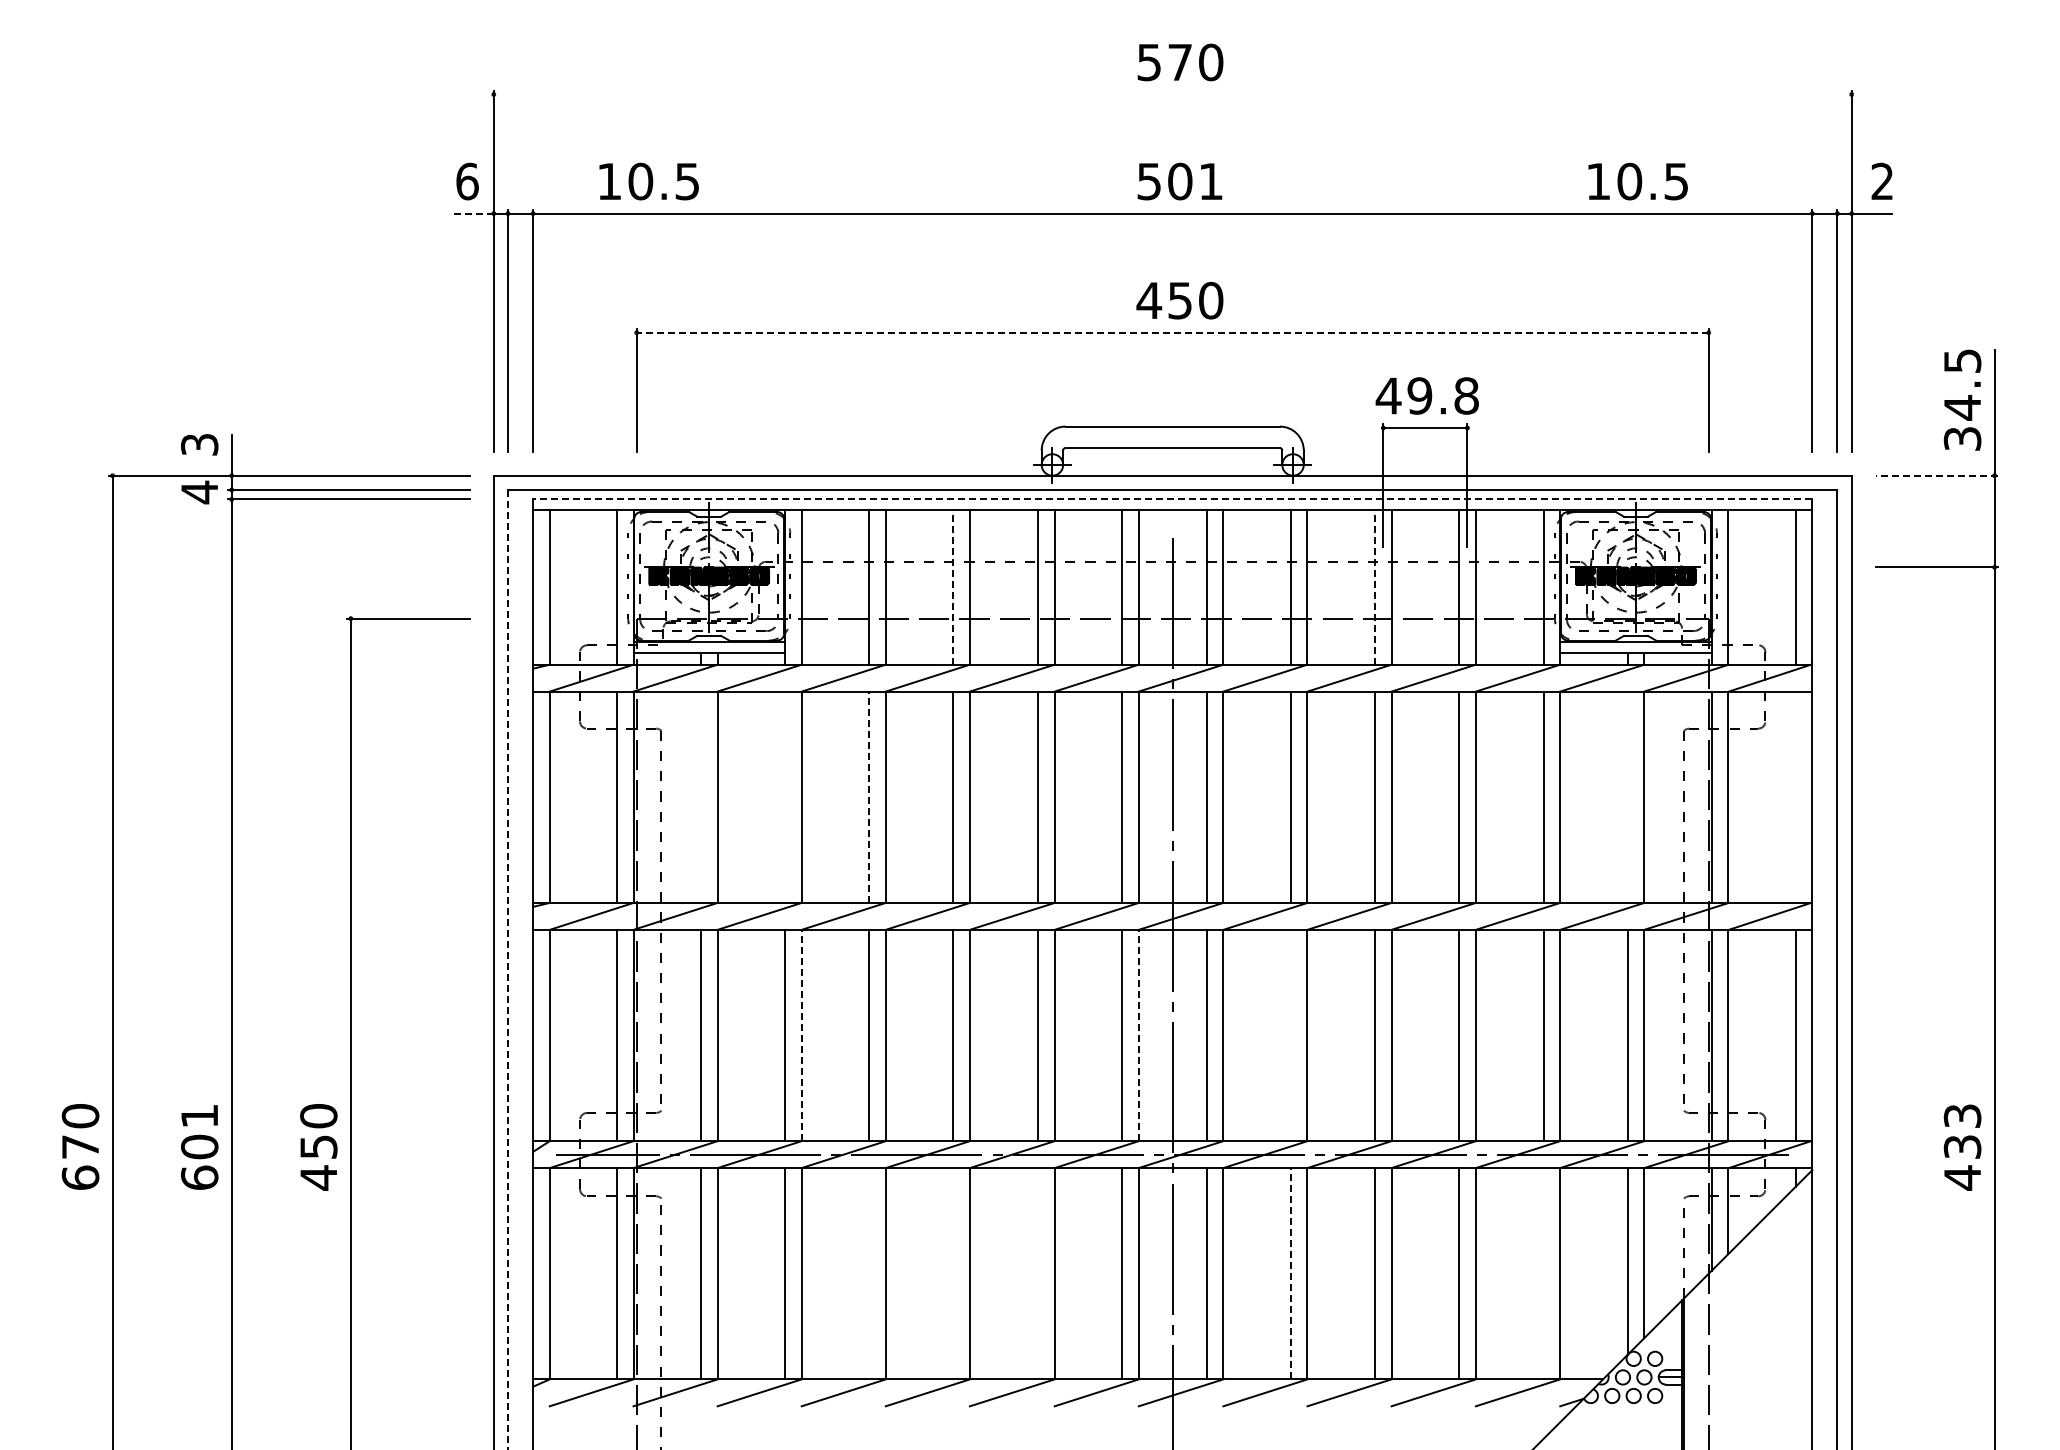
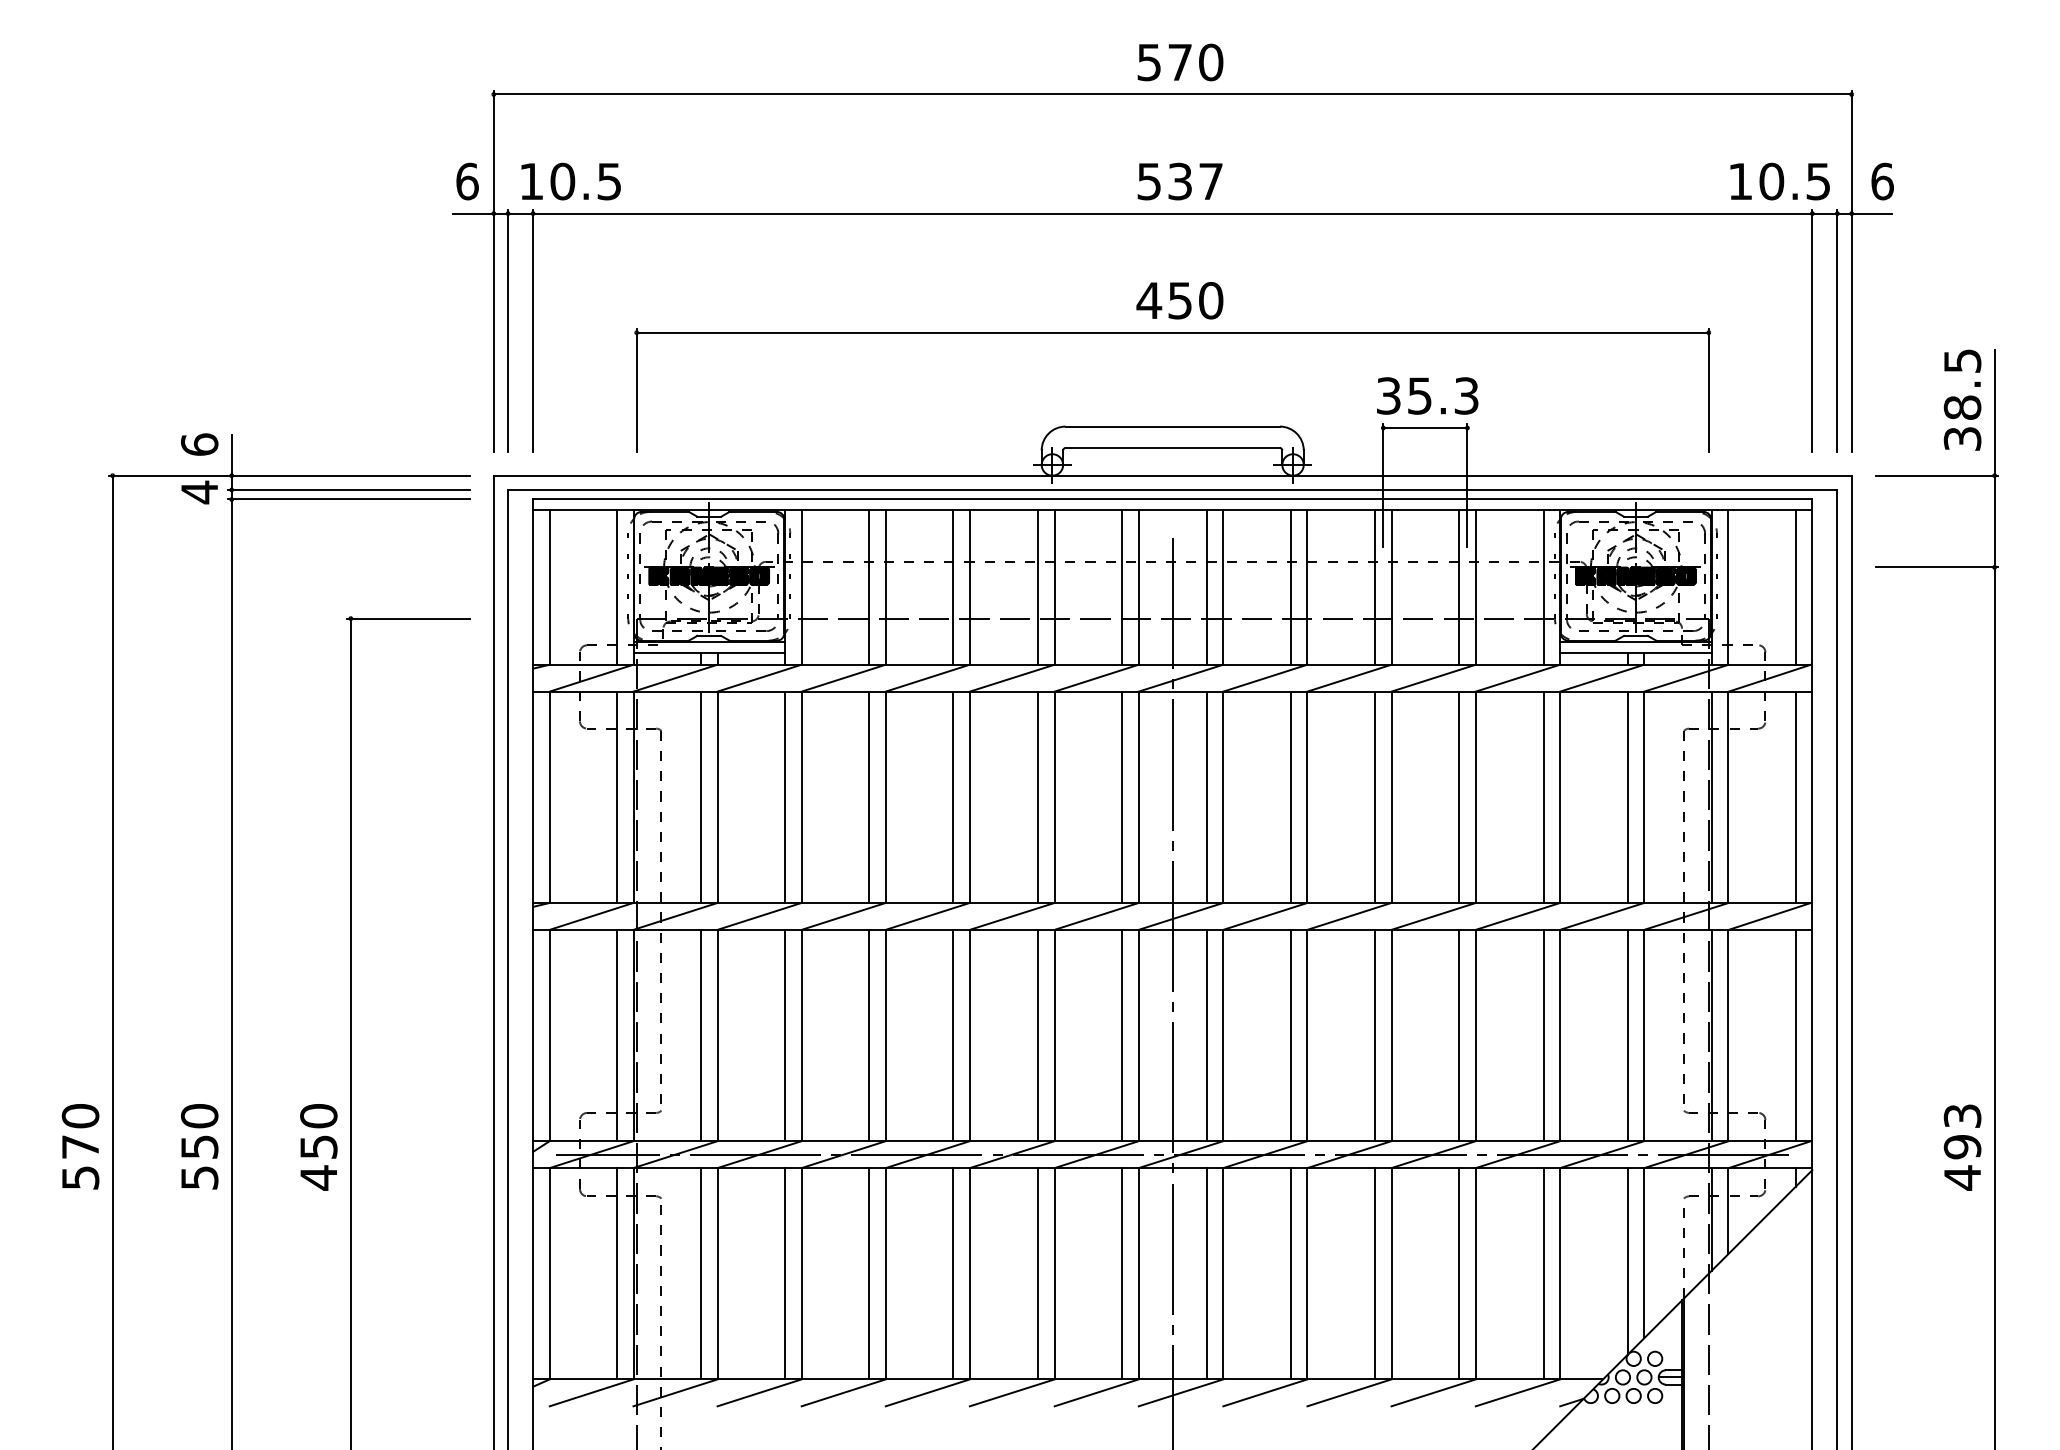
line at (1172, 94): none -> present
text at (648, 181) position: (648, 181) -> (570, 181)
text at (1195, 181): 501 -> 537
text at (1637, 181) position: (1637, 181) -> (1779, 181)
text at (1882, 181): 2 -> 6
line at (473, 213): dashed -> solid
line at (1172, 332): dashed -> solid
text at (1426, 395): 49.8 -> 35.3
text at (1962, 407): 34.5 -> 38.5
text at (199, 444): 3 -> 6
line at (1936, 475): dashed -> solid
line at (1172, 499): dashed -> solid
line at (953, 586): dashed -> solid
line at (1374, 586): dashed -> solid
line at (700, 796): none -> present
line at (785, 796): none -> present
line at (1627, 796): none -> present
line at (1795, 796): none -> present
line at (869, 797): dashed -> solid
line at (508, 969): dashed -> solid
line at (801, 1035): dashed -> solid
line at (1138, 1035): dashed -> solid
line at (1290, 1035): none -> present
text at (199, 1146): 601 -> 550
text at (1962, 1147): 433 -> 493
text at (80, 1177): 670 -> 570
line at (869, 1273): none -> present
line at (953, 1273): none -> present
line at (1038, 1273): none -> present
line at (1290, 1273): dashed -> solid
line at (1543, 1273): none -> present
